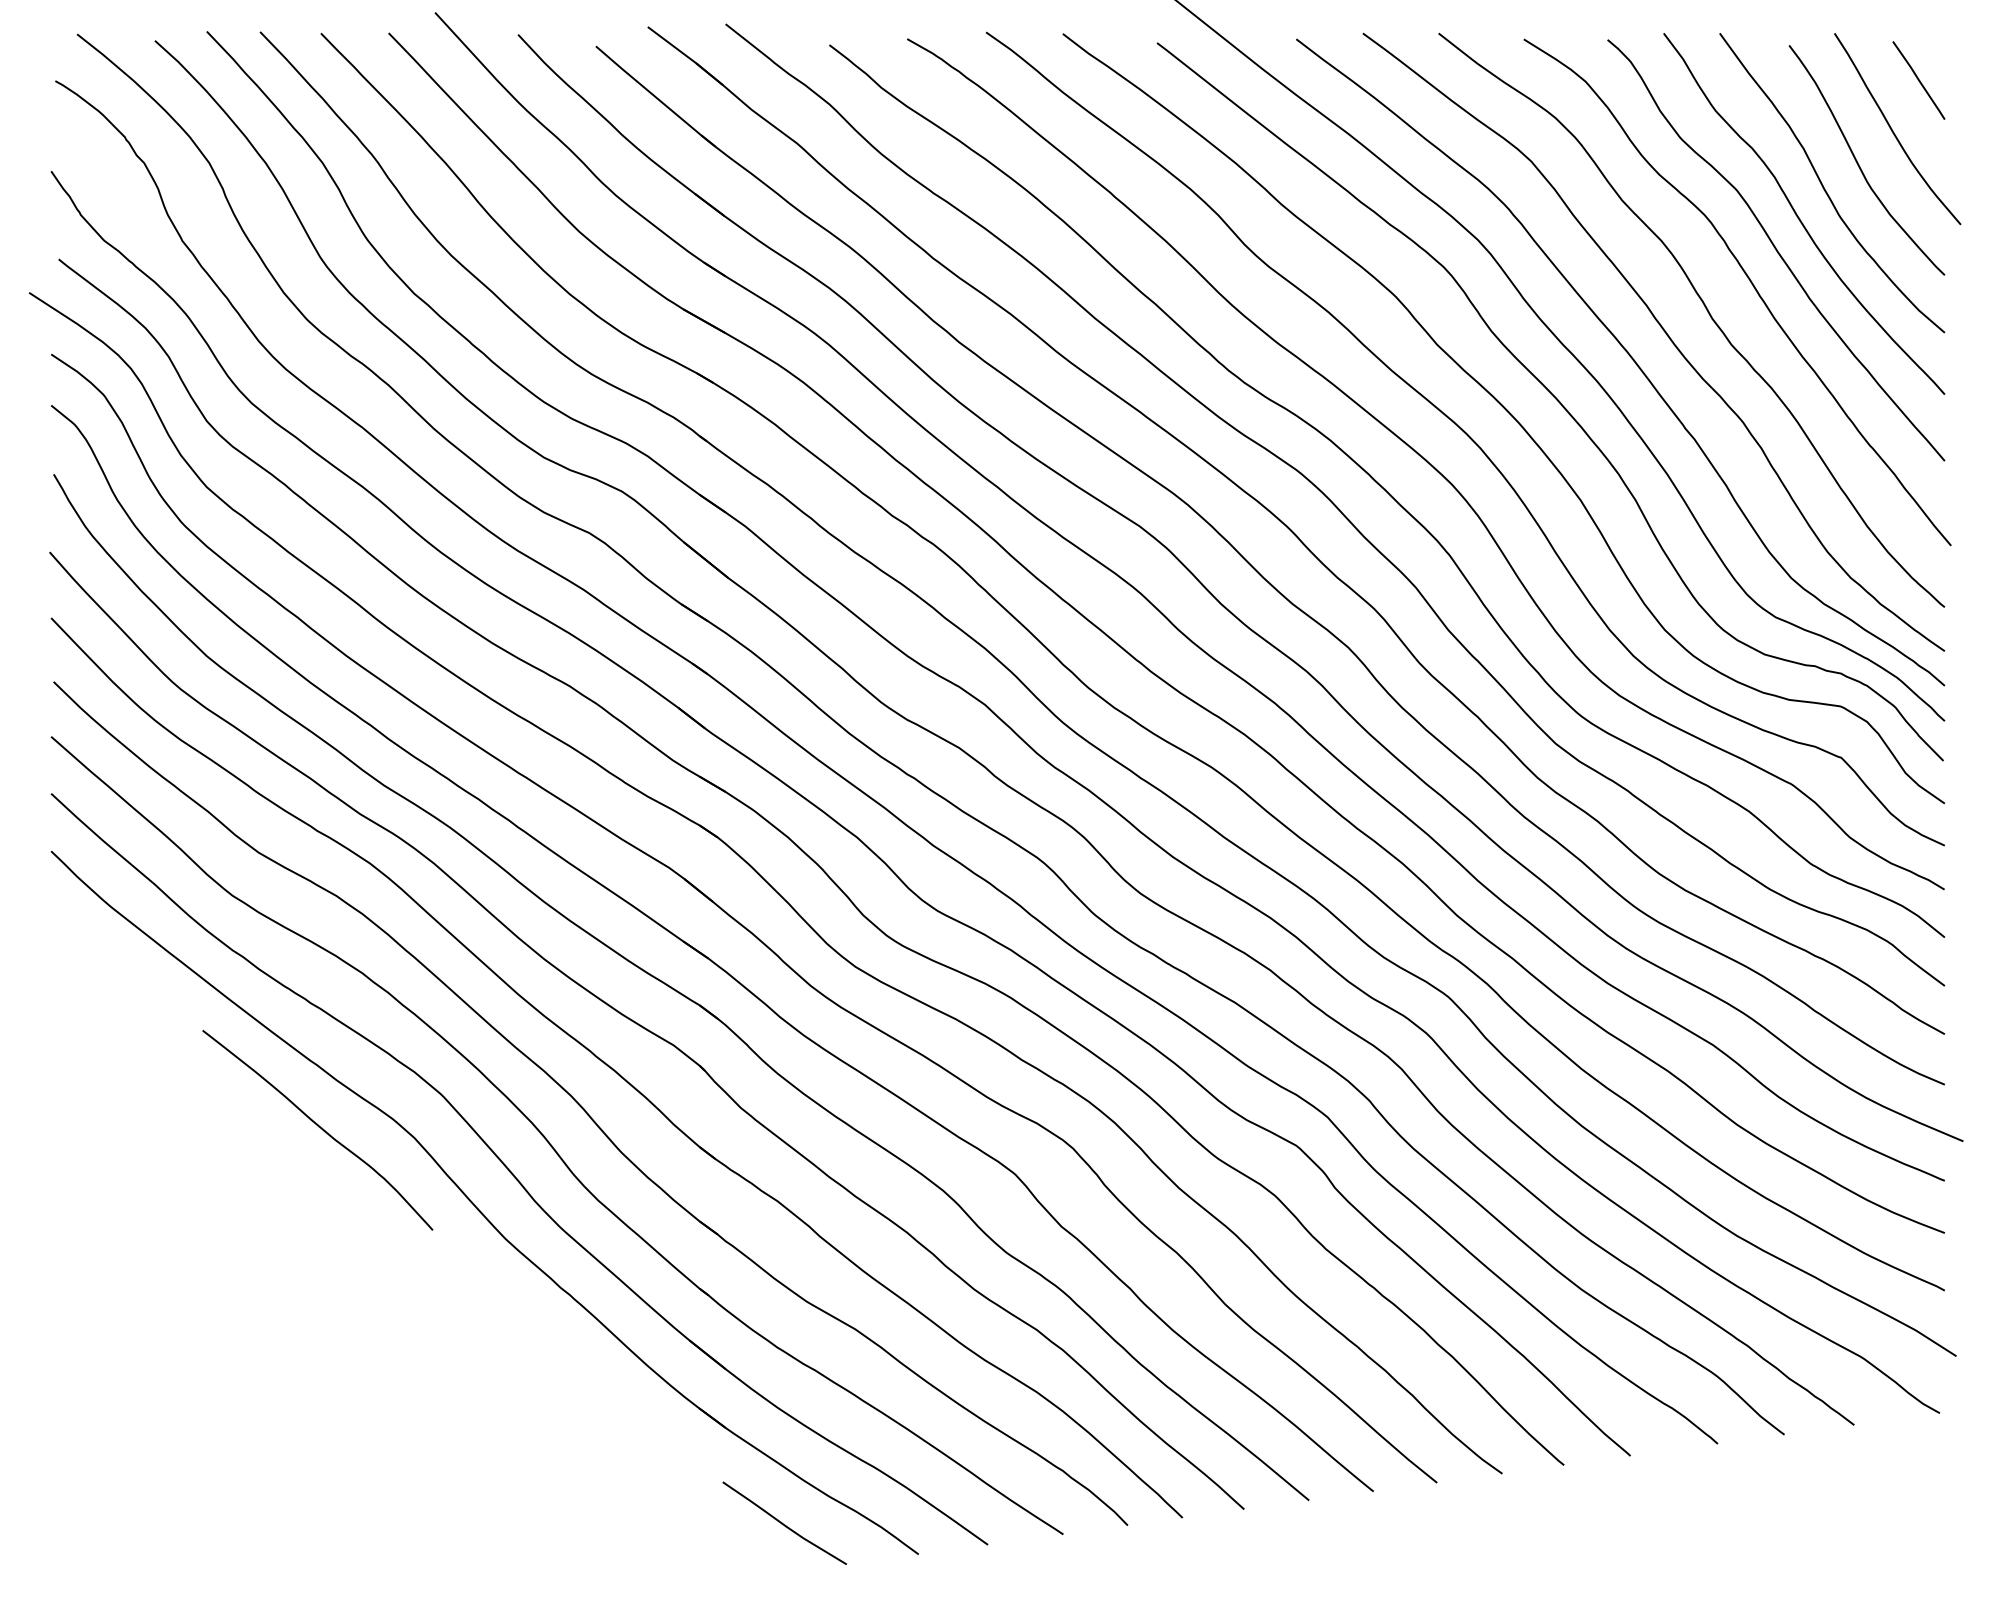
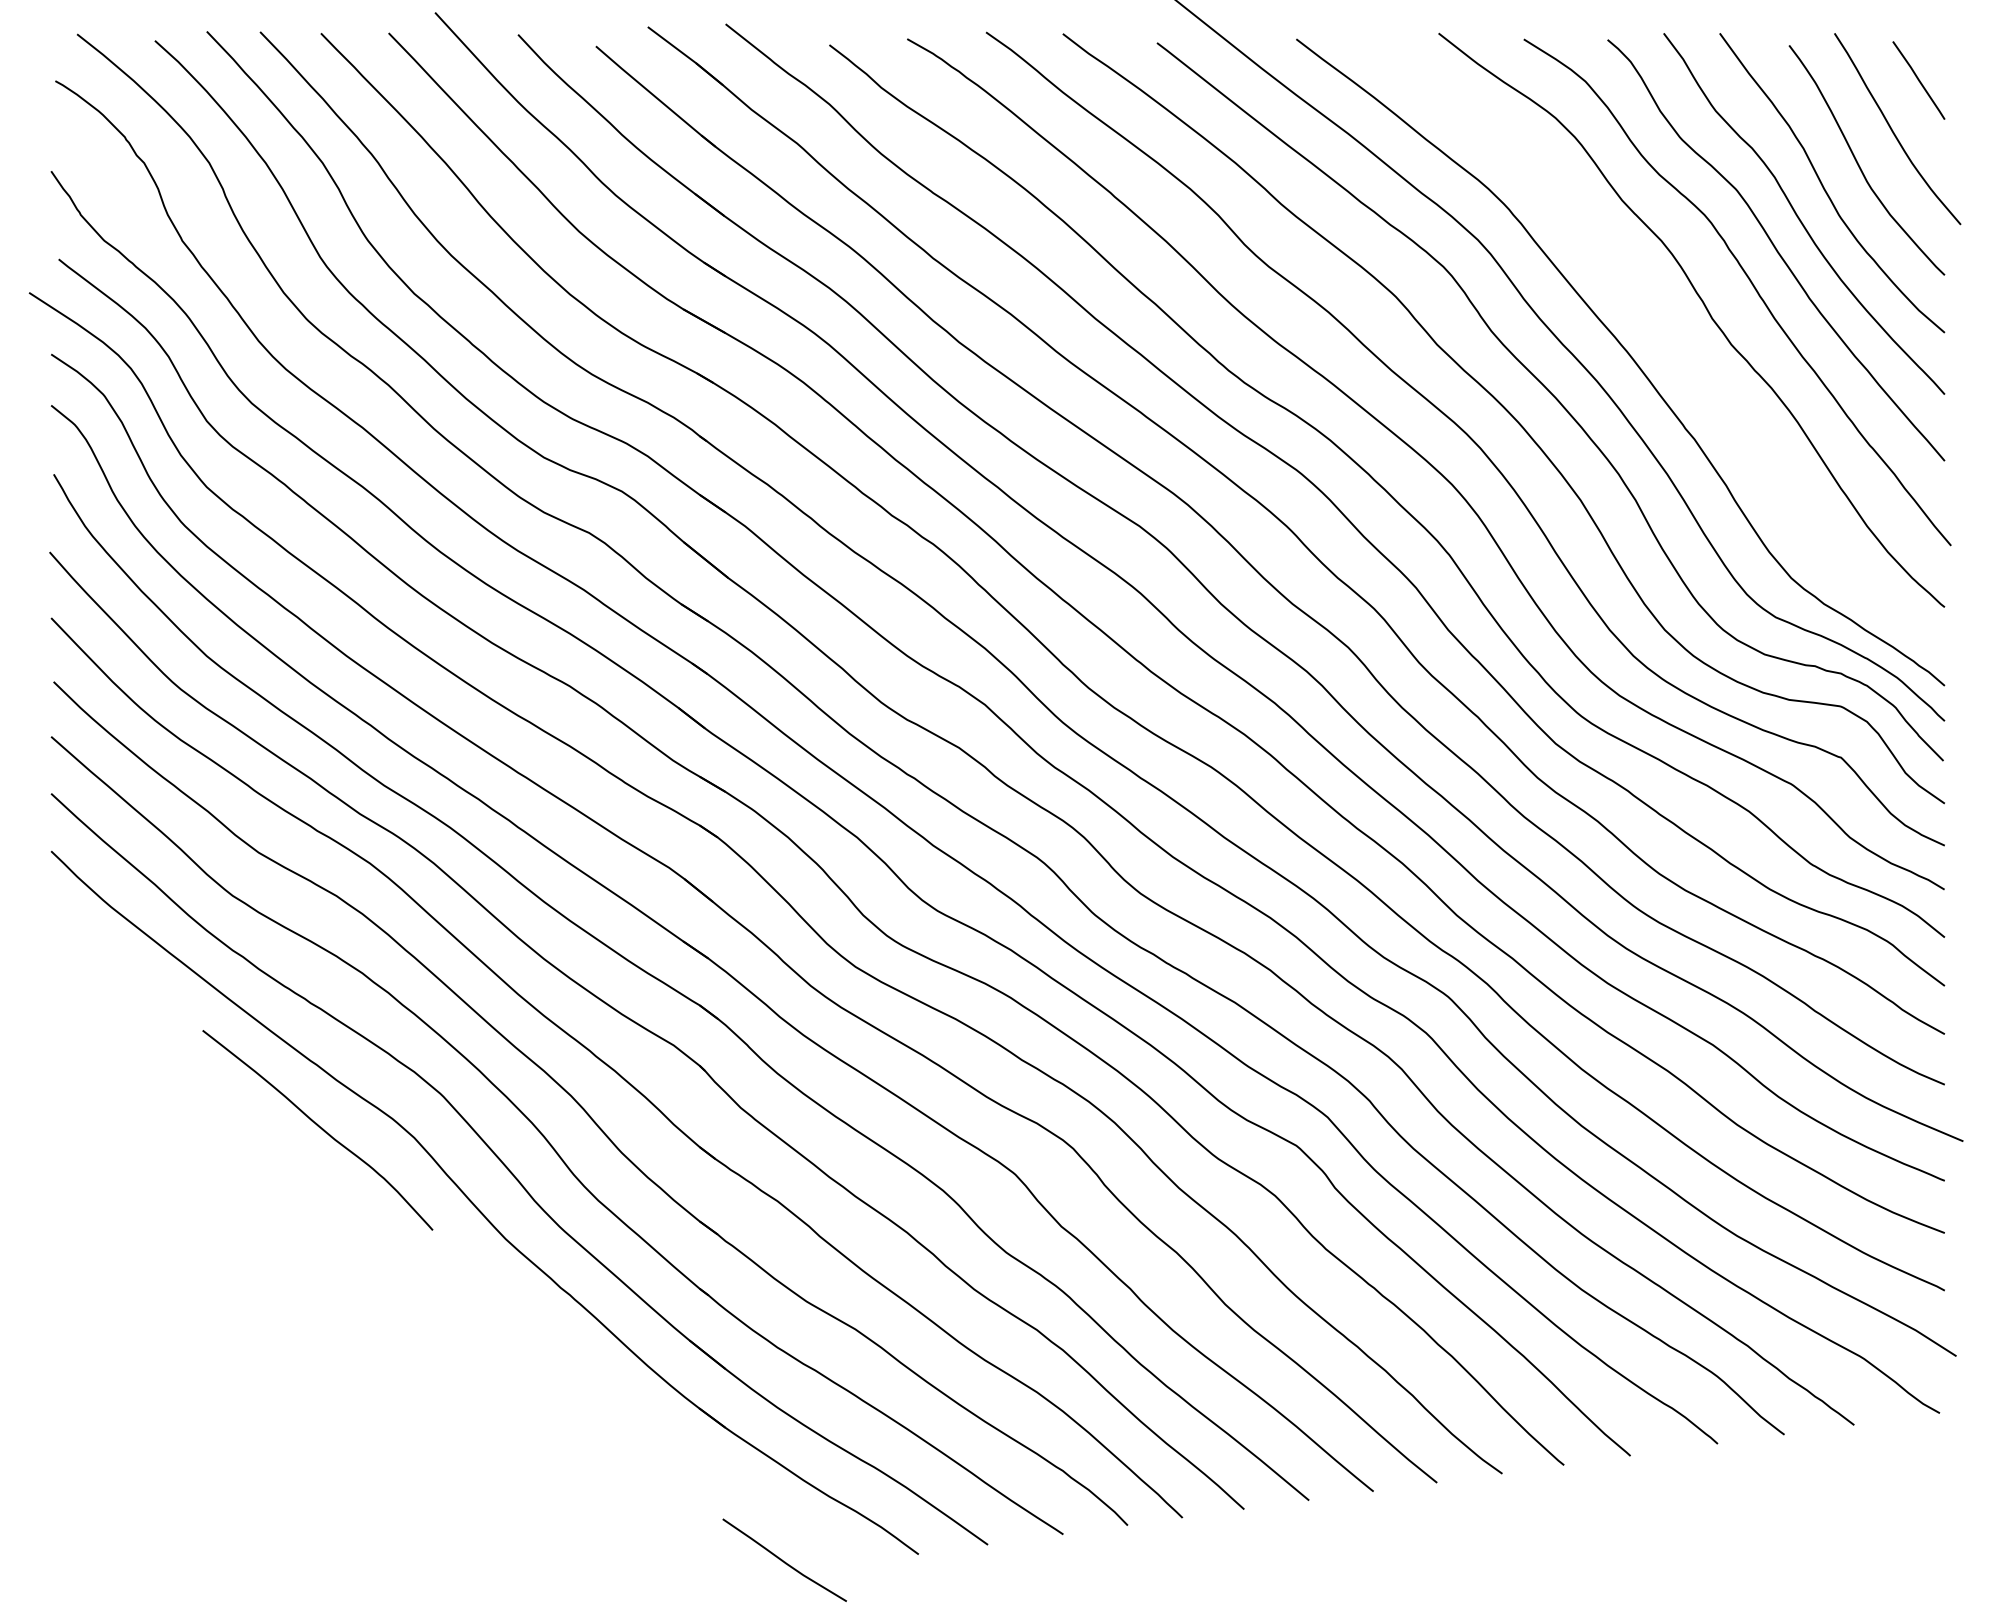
curve at (1663, 331): present -> none
curve at (783, 1523) position: (783, 1523) -> (783, 1560)
